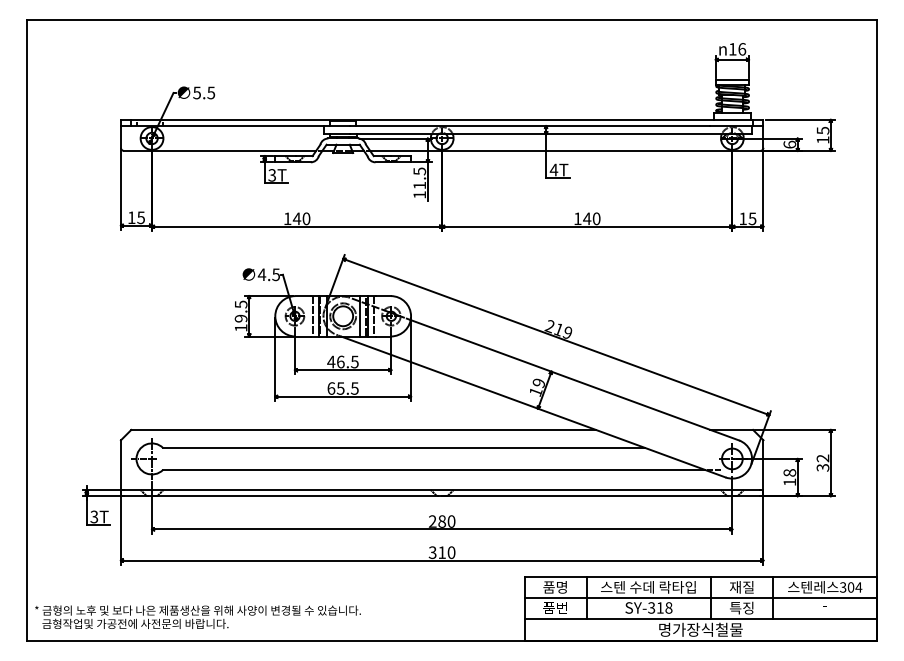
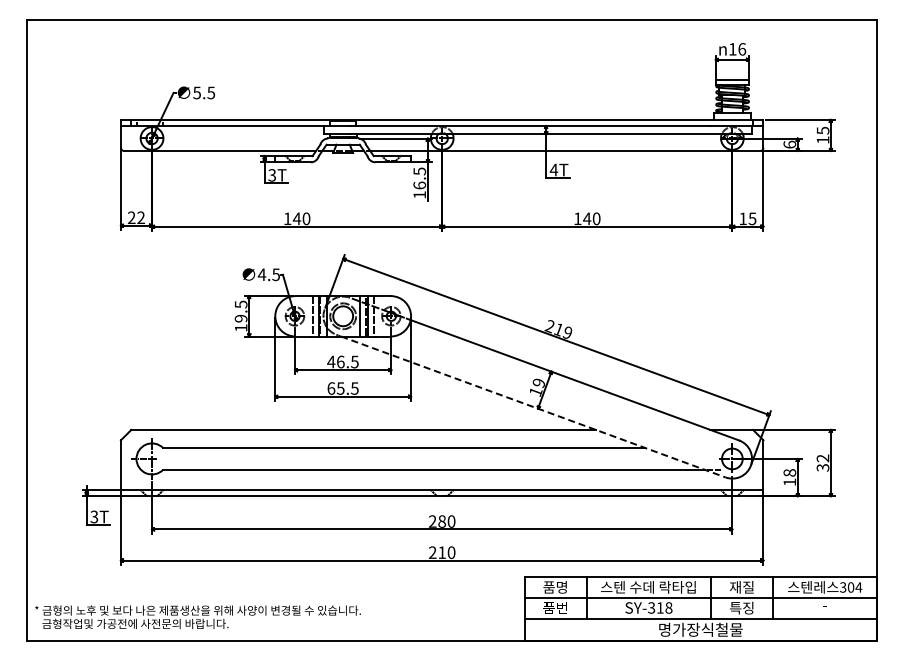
text at (419, 185): 11.5 -> 16.5
text at (135, 217): 15 -> 22
line at (533, 406): solid -> dashed
text at (432, 553): 310 -> 210
